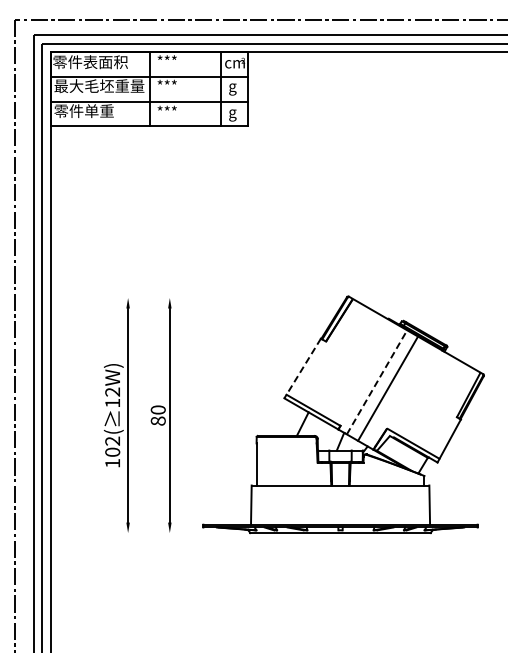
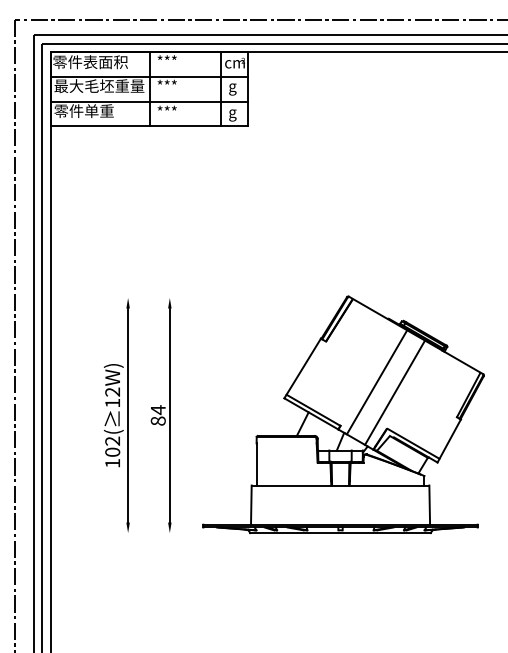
line at (302, 368): dashed -> solid
line at (377, 381): dashed -> solid
line at (388, 388) position: (388, 388) -> (395, 392)
text at (157, 410): 80 -> 84
